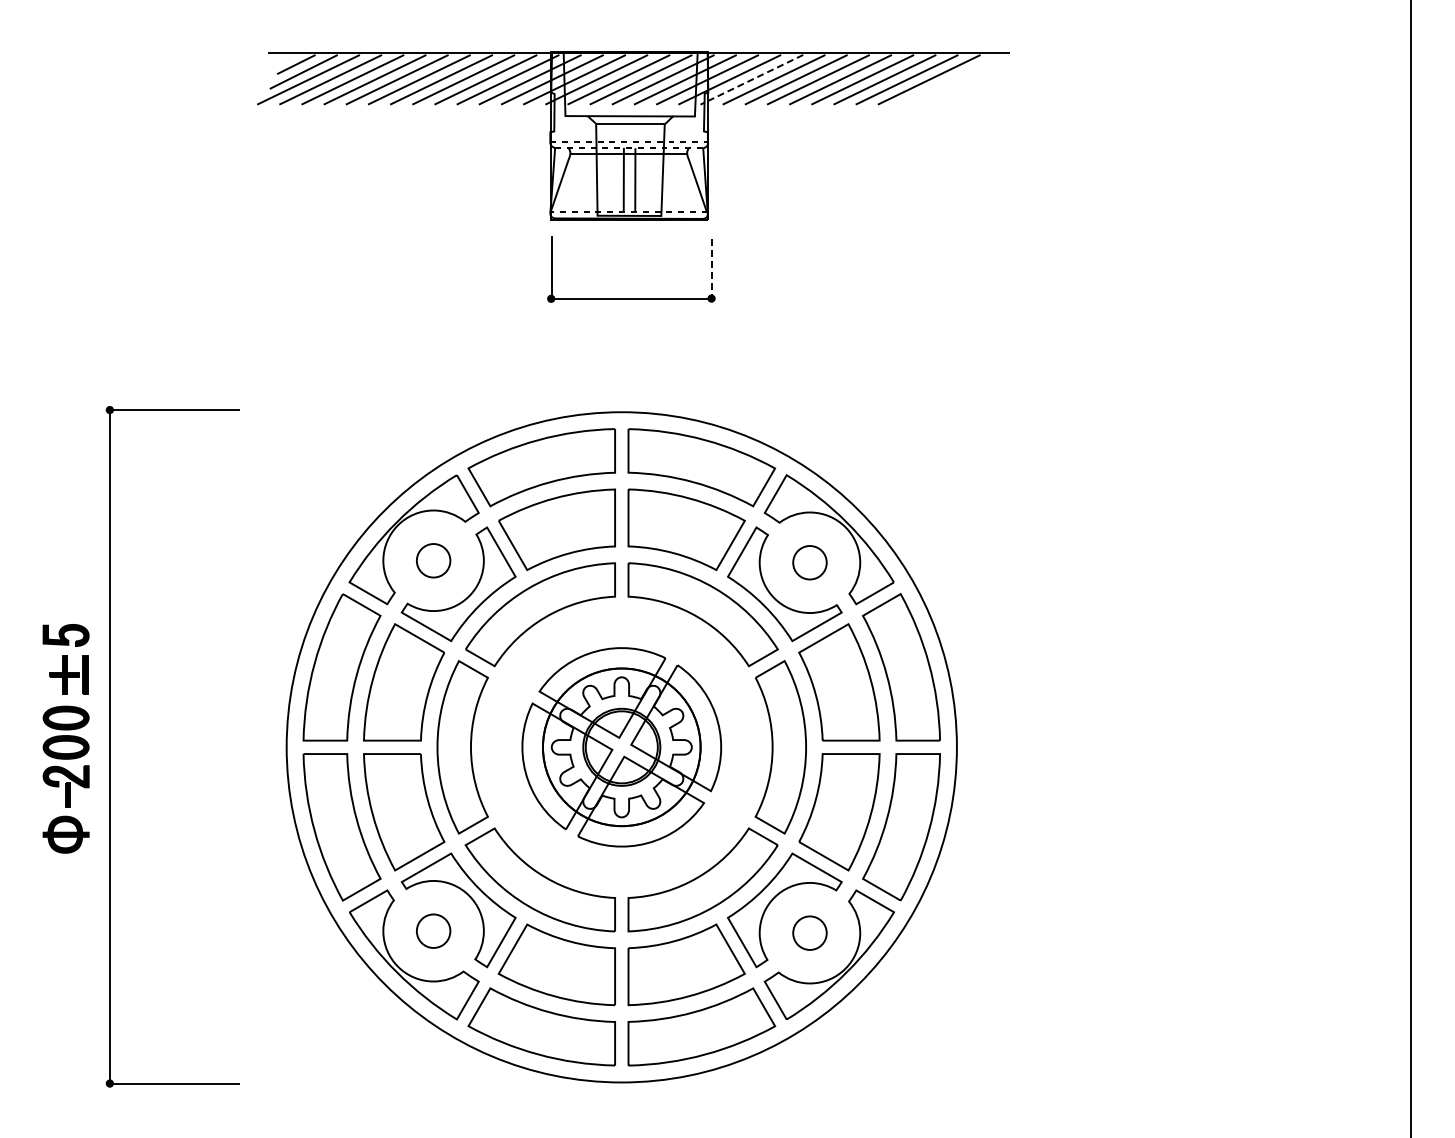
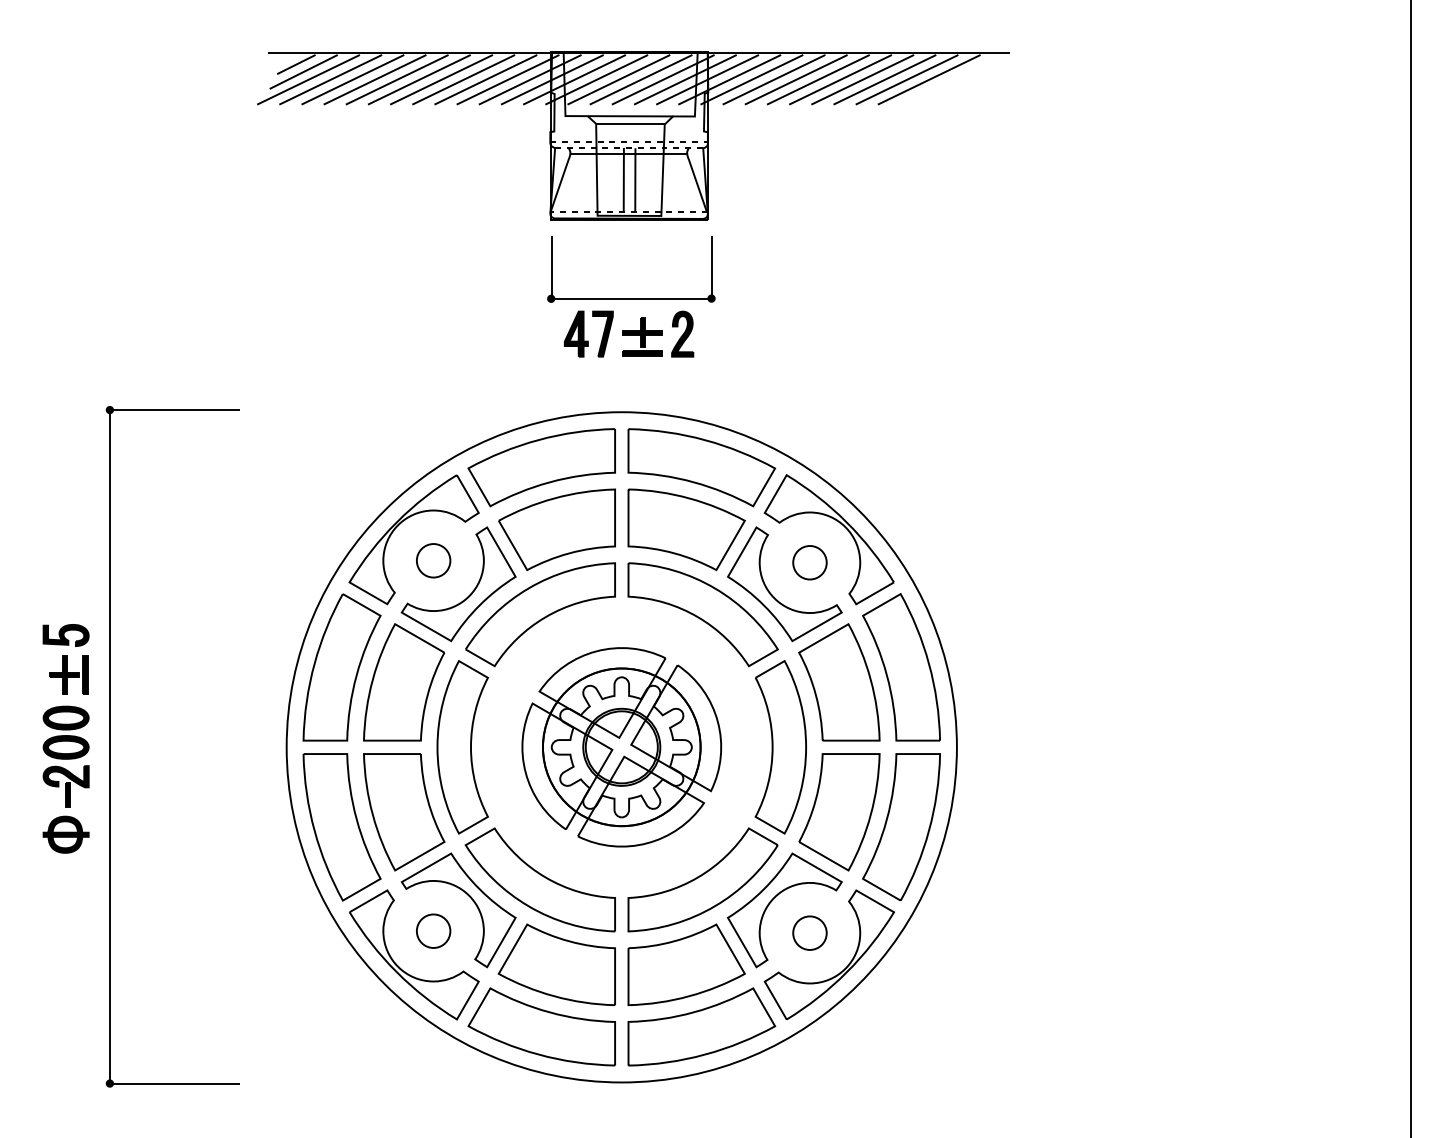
line at (751, 80): dashed -> solid
line at (711, 268): dashed -> solid
part at (629, 333): none -> present
